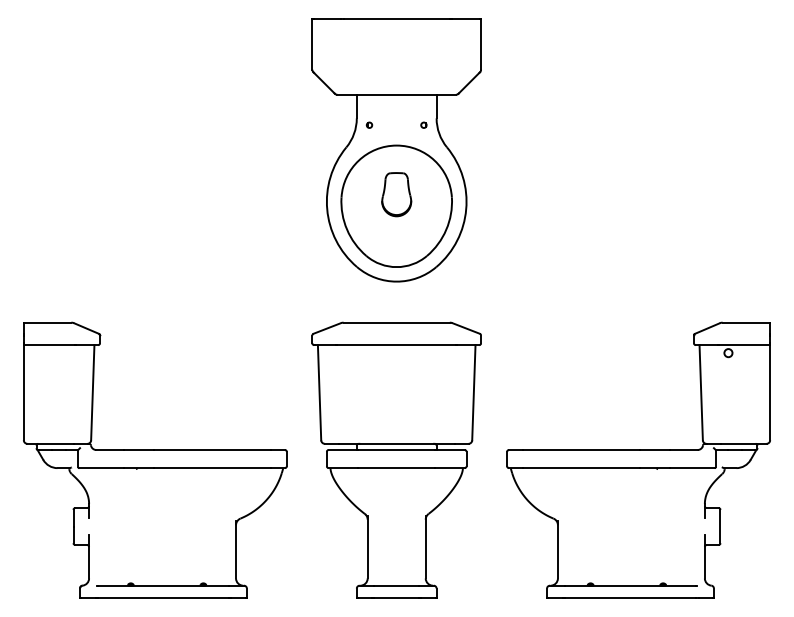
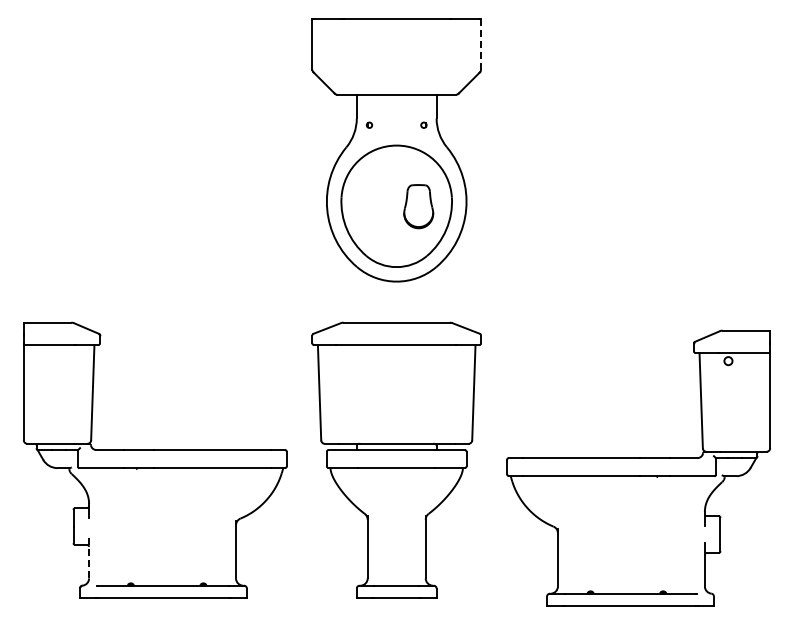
line at (481, 44): solid -> dashed
part at (396, 194) position: (396, 194) -> (418, 206)
part at (638, 459) position: (638, 459) -> (638, 467)
line at (89, 556): solid -> dashed
